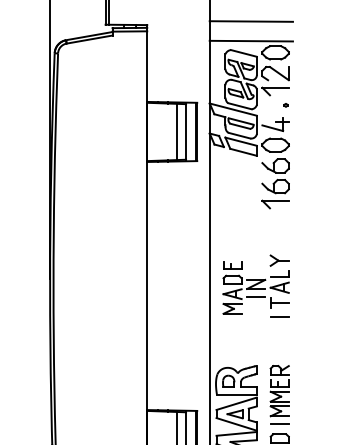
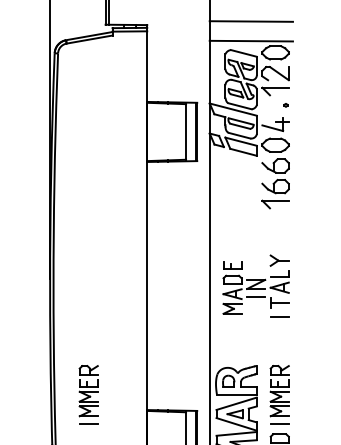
line at (177, 131): present -> none
part at (88, 394): none -> present
line at (177, 426): present -> none
